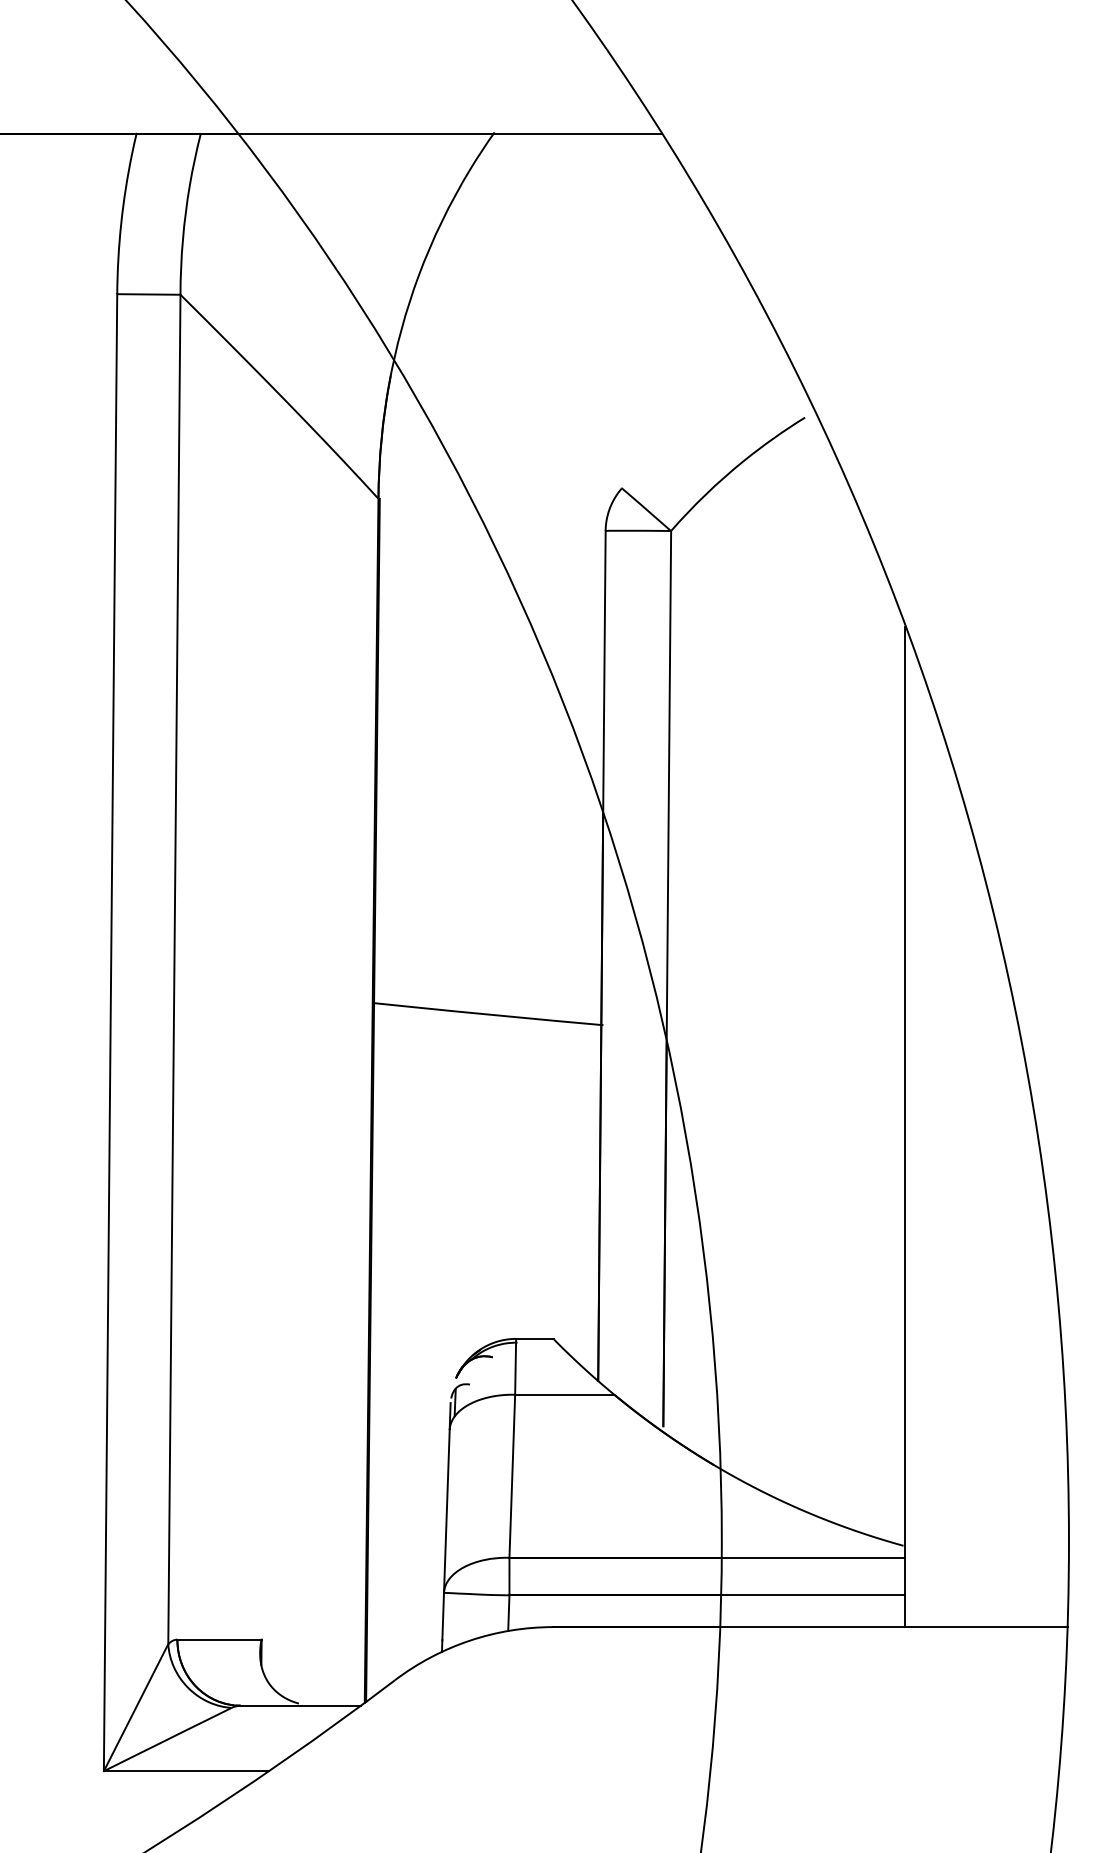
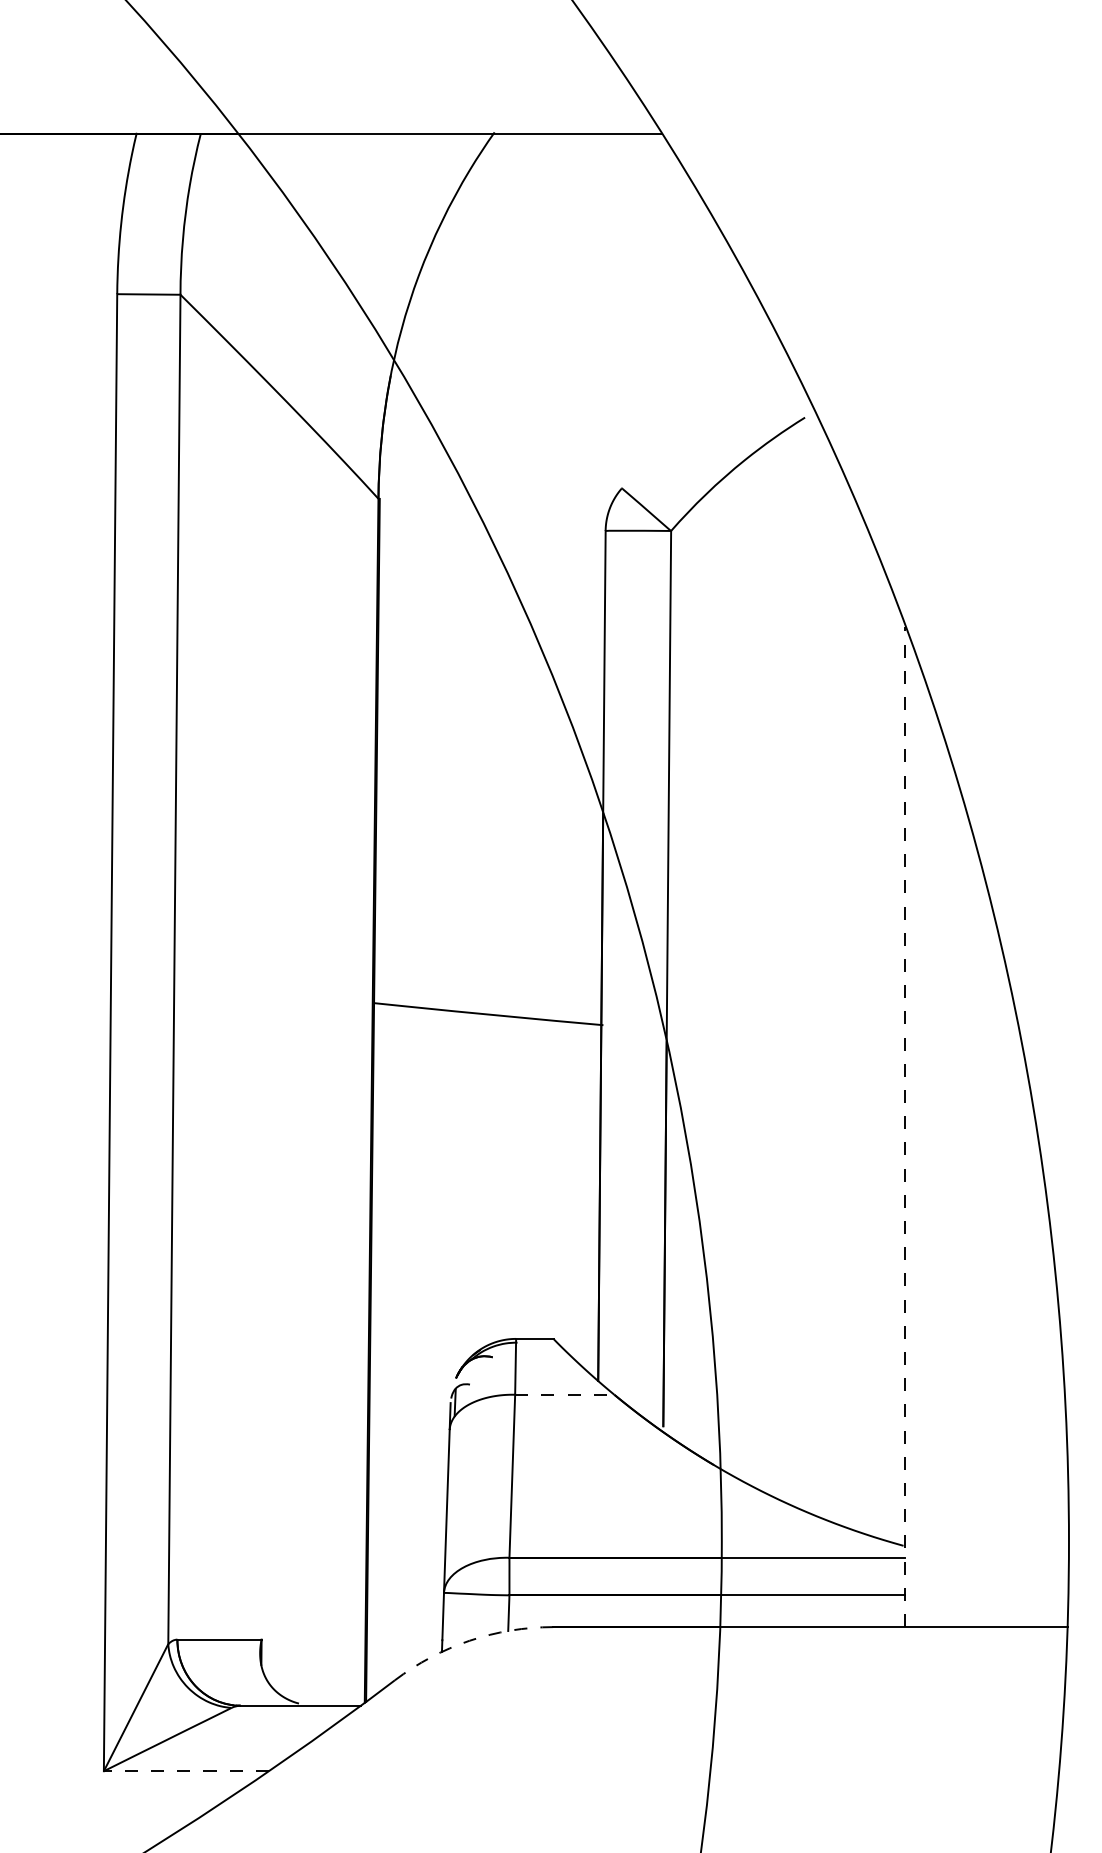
line at (905, 1126): solid -> dashed
line at (564, 1394): solid -> dashed
arc at (469, 1640): solid -> dashed
line at (186, 1771): solid -> dashed
